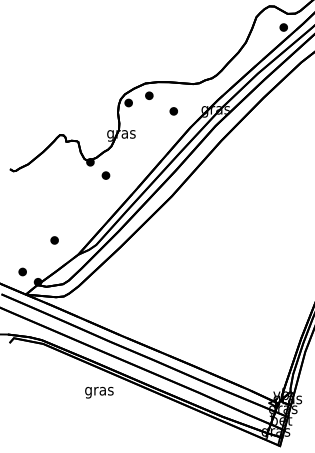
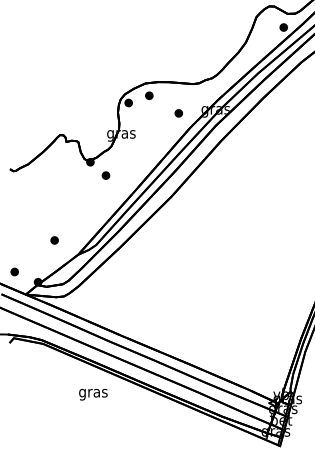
part at (173, 111) position: (173, 111) -> (178, 113)
part at (22, 271) position: (22, 271) -> (14, 271)
text at (99, 392) position: (99, 392) -> (93, 394)
